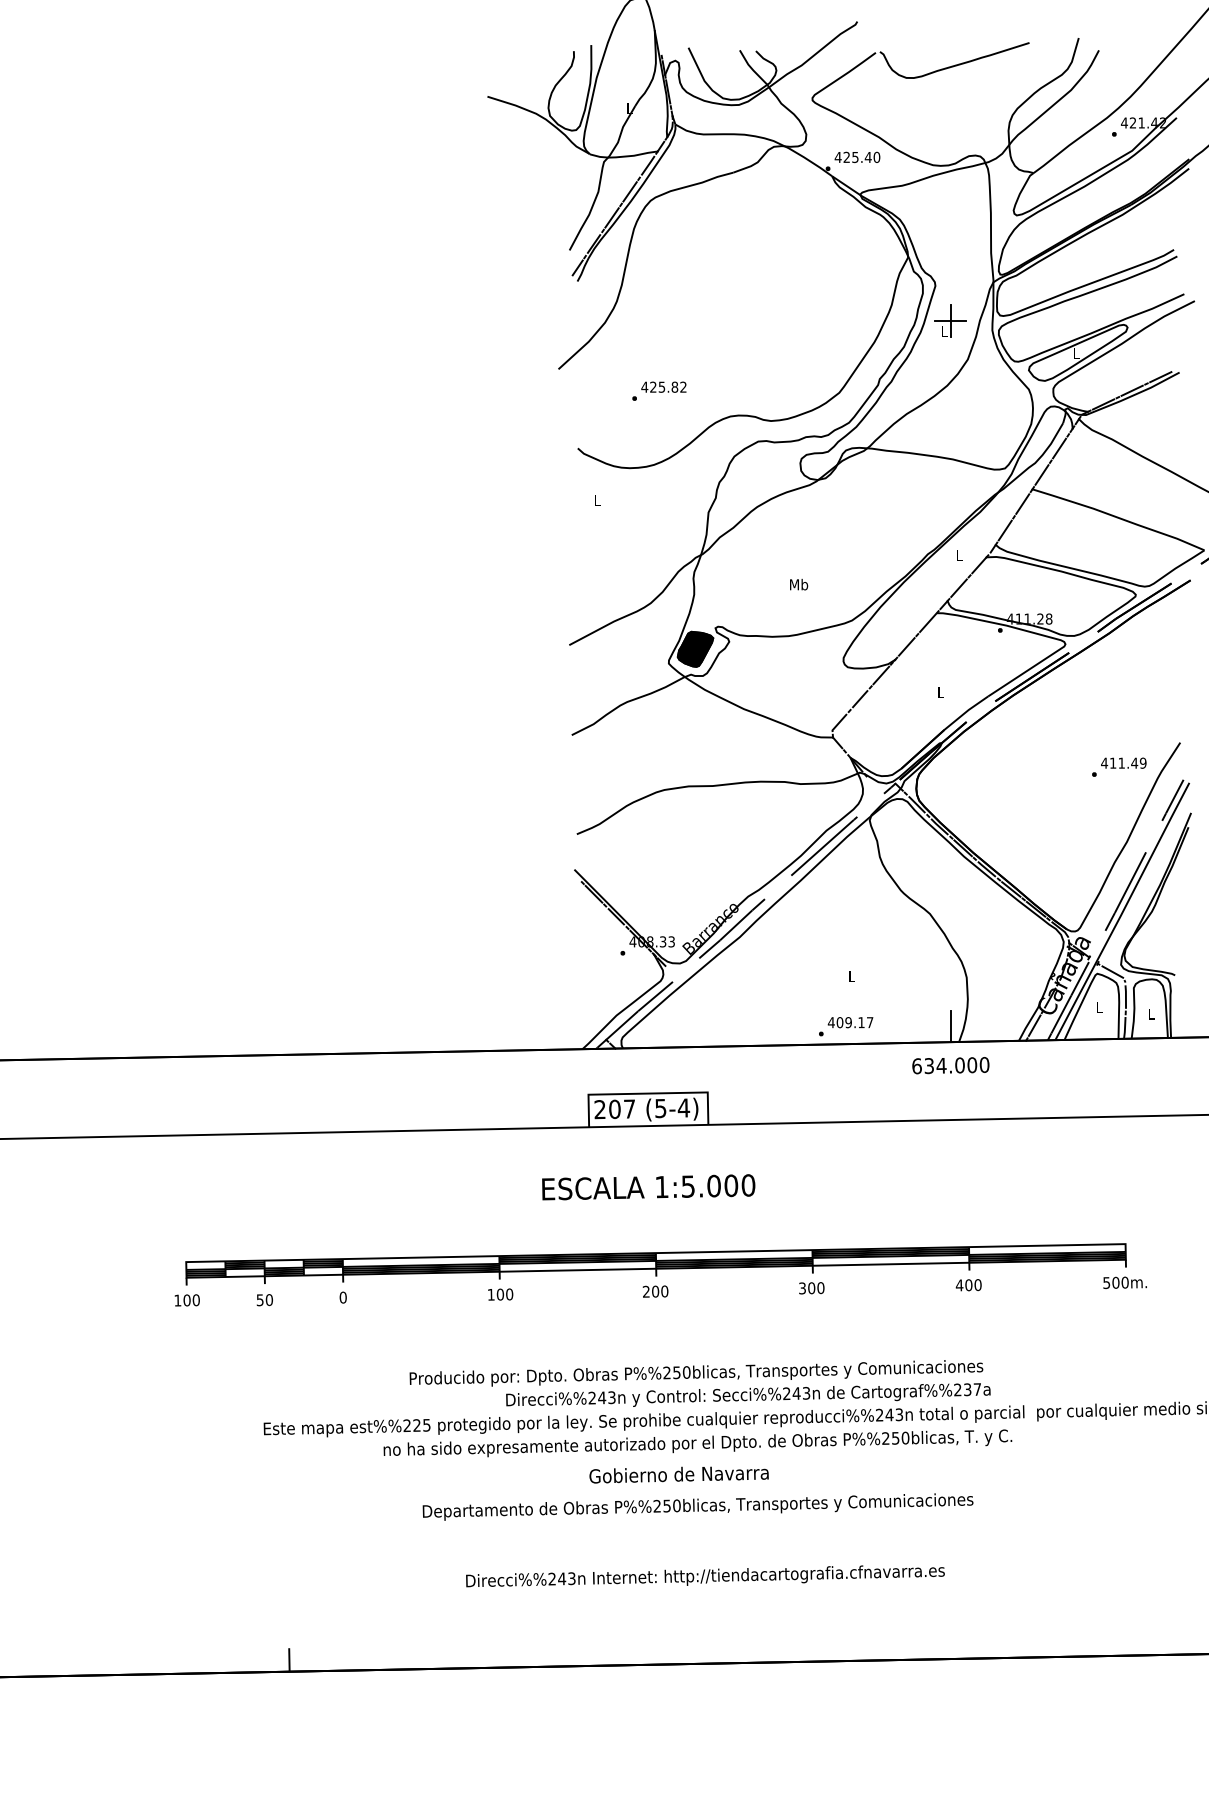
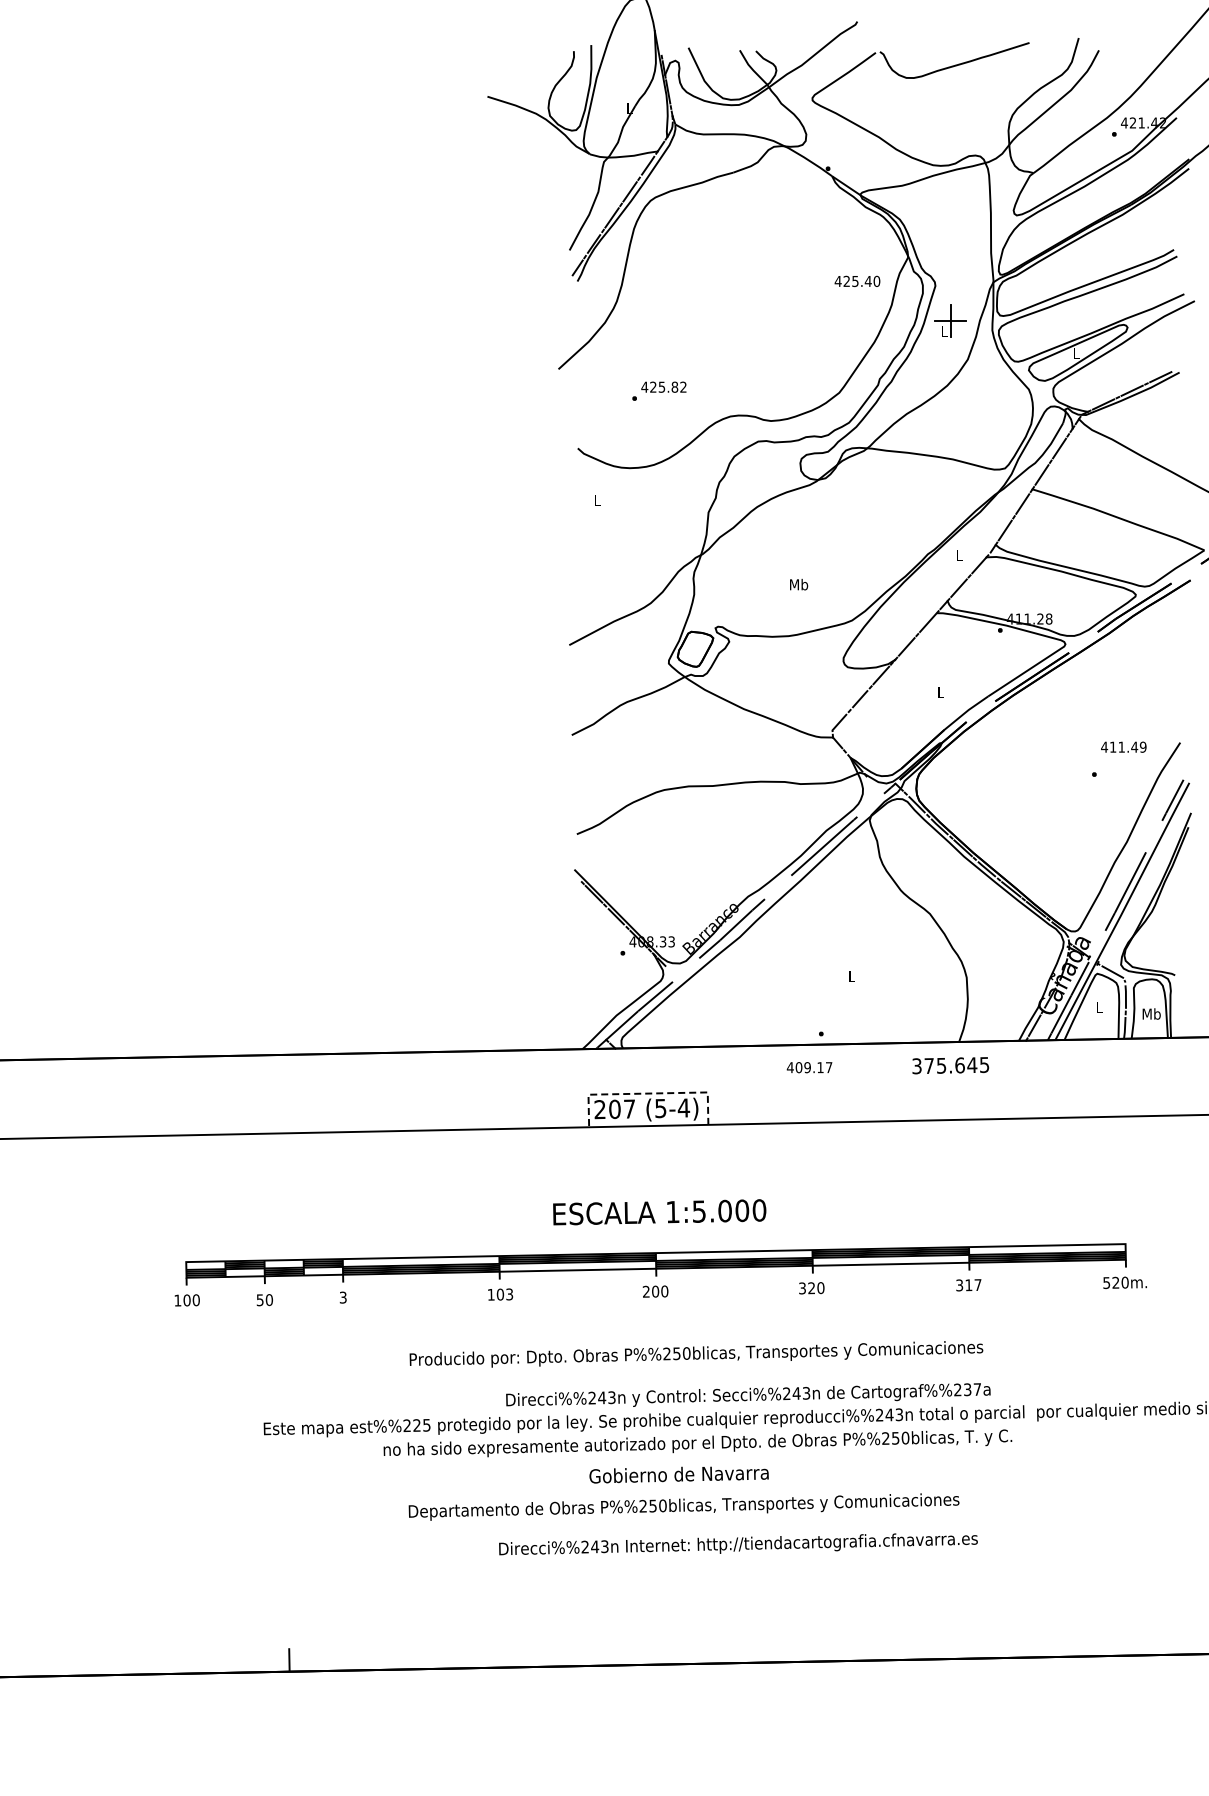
text at (857, 156) position: (857, 156) -> (857, 280)
fill at (695, 648): present -> none
text at (1123, 762) position: (1123, 762) -> (1123, 746)
text at (1151, 1013): L -> Mb
text at (850, 1022) position: (850, 1022) -> (809, 1067)
line at (950, 1026): present -> none
text at (950, 1065): 634.000 -> 375.645
line at (648, 1093): solid -> dashed
text at (648, 1187) position: (648, 1187) -> (659, 1212)
text at (1115, 1282): 500m. -> 520m.
text at (968, 1285): 400 -> 317
text at (811, 1288): 300 -> 320
text at (509, 1294): 100 -> 103
text at (342, 1297): 0 -> 3
text at (696, 1373) position: (696, 1373) -> (696, 1354)
text at (697, 1506) position: (697, 1506) -> (683, 1506)
text at (705, 1576) position: (705, 1576) -> (738, 1544)
